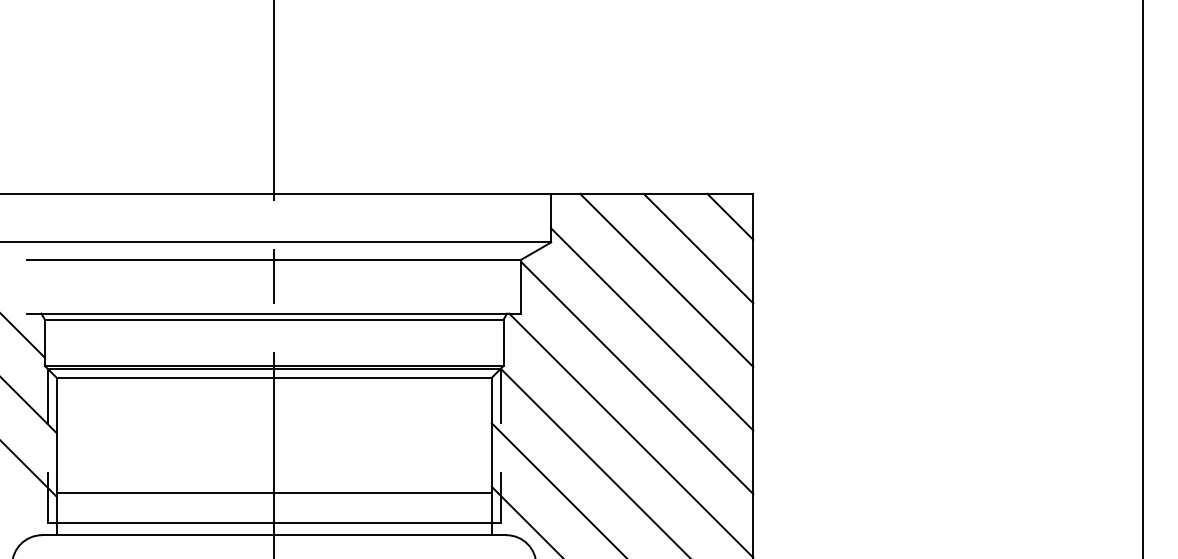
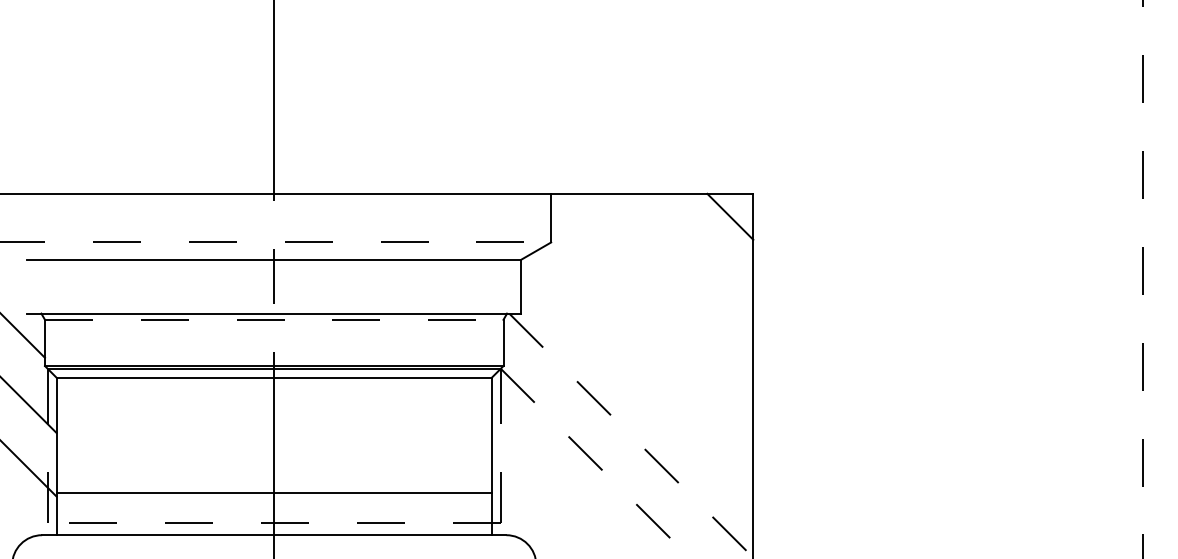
line at (276, 242): solid -> dashed
line at (698, 248): present -> none
line at (666, 279): present -> none
line at (1142, 279): solid -> dashed
line at (274, 319): solid -> dashed
line at (652, 329): present -> none
line at (637, 378): present -> none
line at (631, 435): solid -> dashed
line at (596, 463): solid -> dashed
line at (557, 489): present -> none
line at (525, 520): present -> none
line at (273, 523): solid -> dashed
